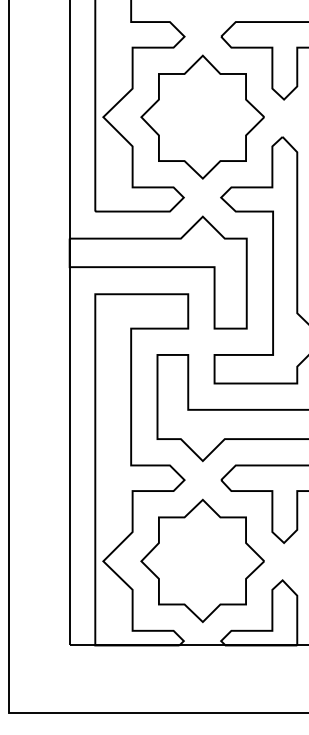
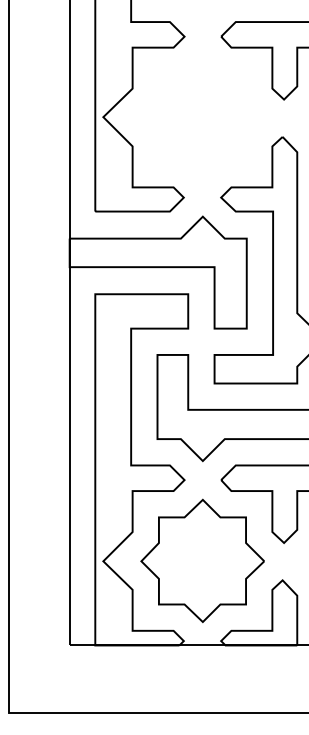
part at (202, 116): present -> none
